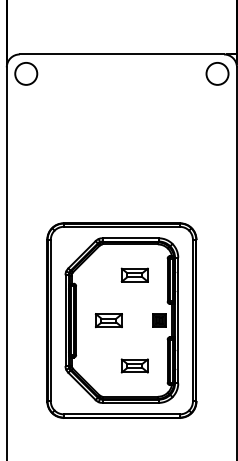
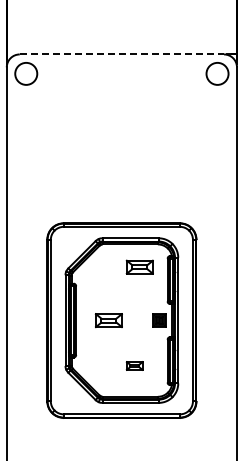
line at (122, 54): solid -> dashed
part at (134, 274) position: (134, 274) -> (139, 266)
part at (134, 365) size: 29x16 px -> 19x10 px
